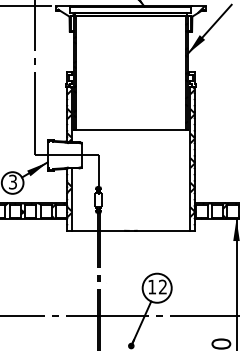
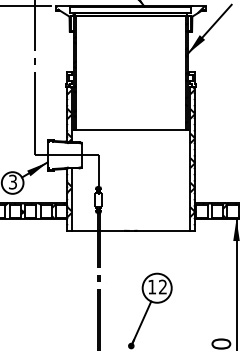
line at (119, 315): present -> none
